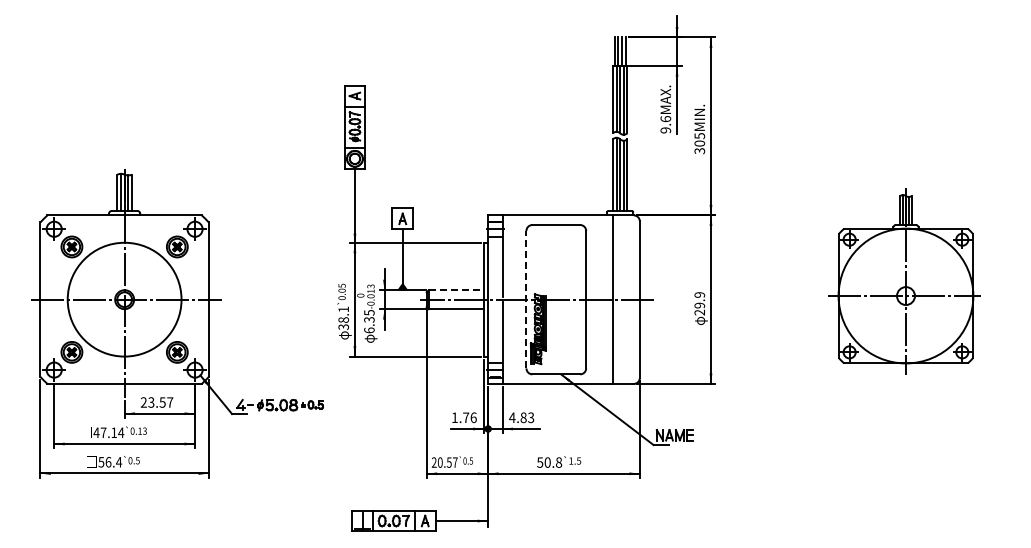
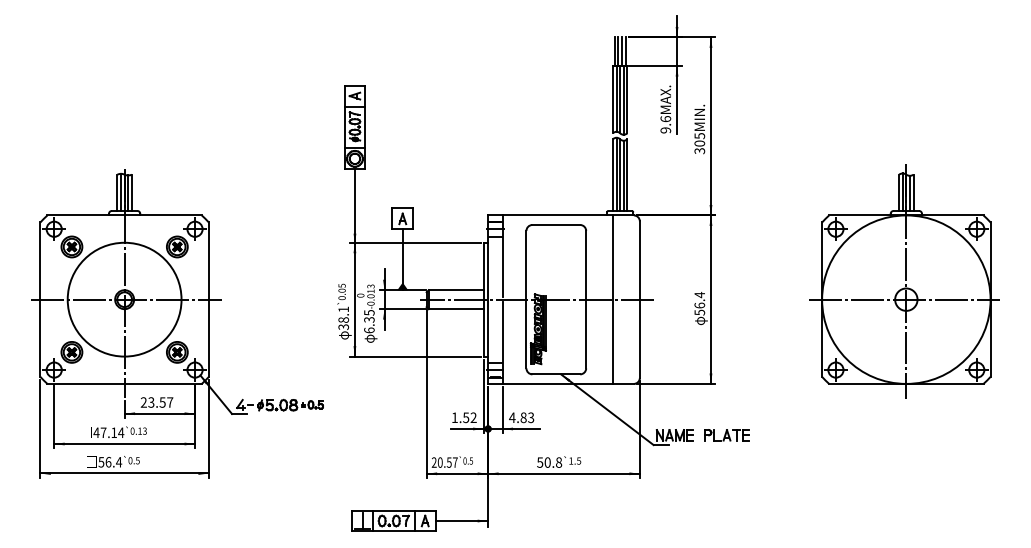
part at (904, 281) size: 153x187 px -> 191x235 px
line at (456, 290): dashed -> solid
line at (526, 299): dashed -> solid
text at (699, 303): 29.9 -> 56.4
text at (469, 417): 1.76 -> 1.52
part at (726, 435): none -> present
